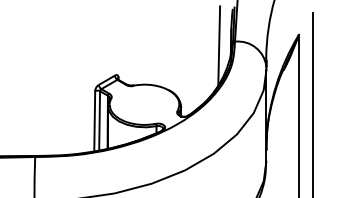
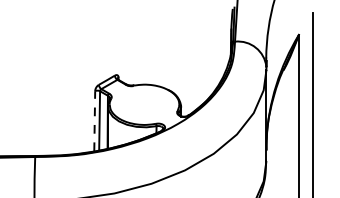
line at (219, 45): present -> none
line at (94, 121): solid -> dashed
